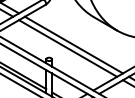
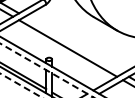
line at (73, 44): present -> none
line at (47, 70): solid -> dashed
line at (21, 85): solid -> dashed
